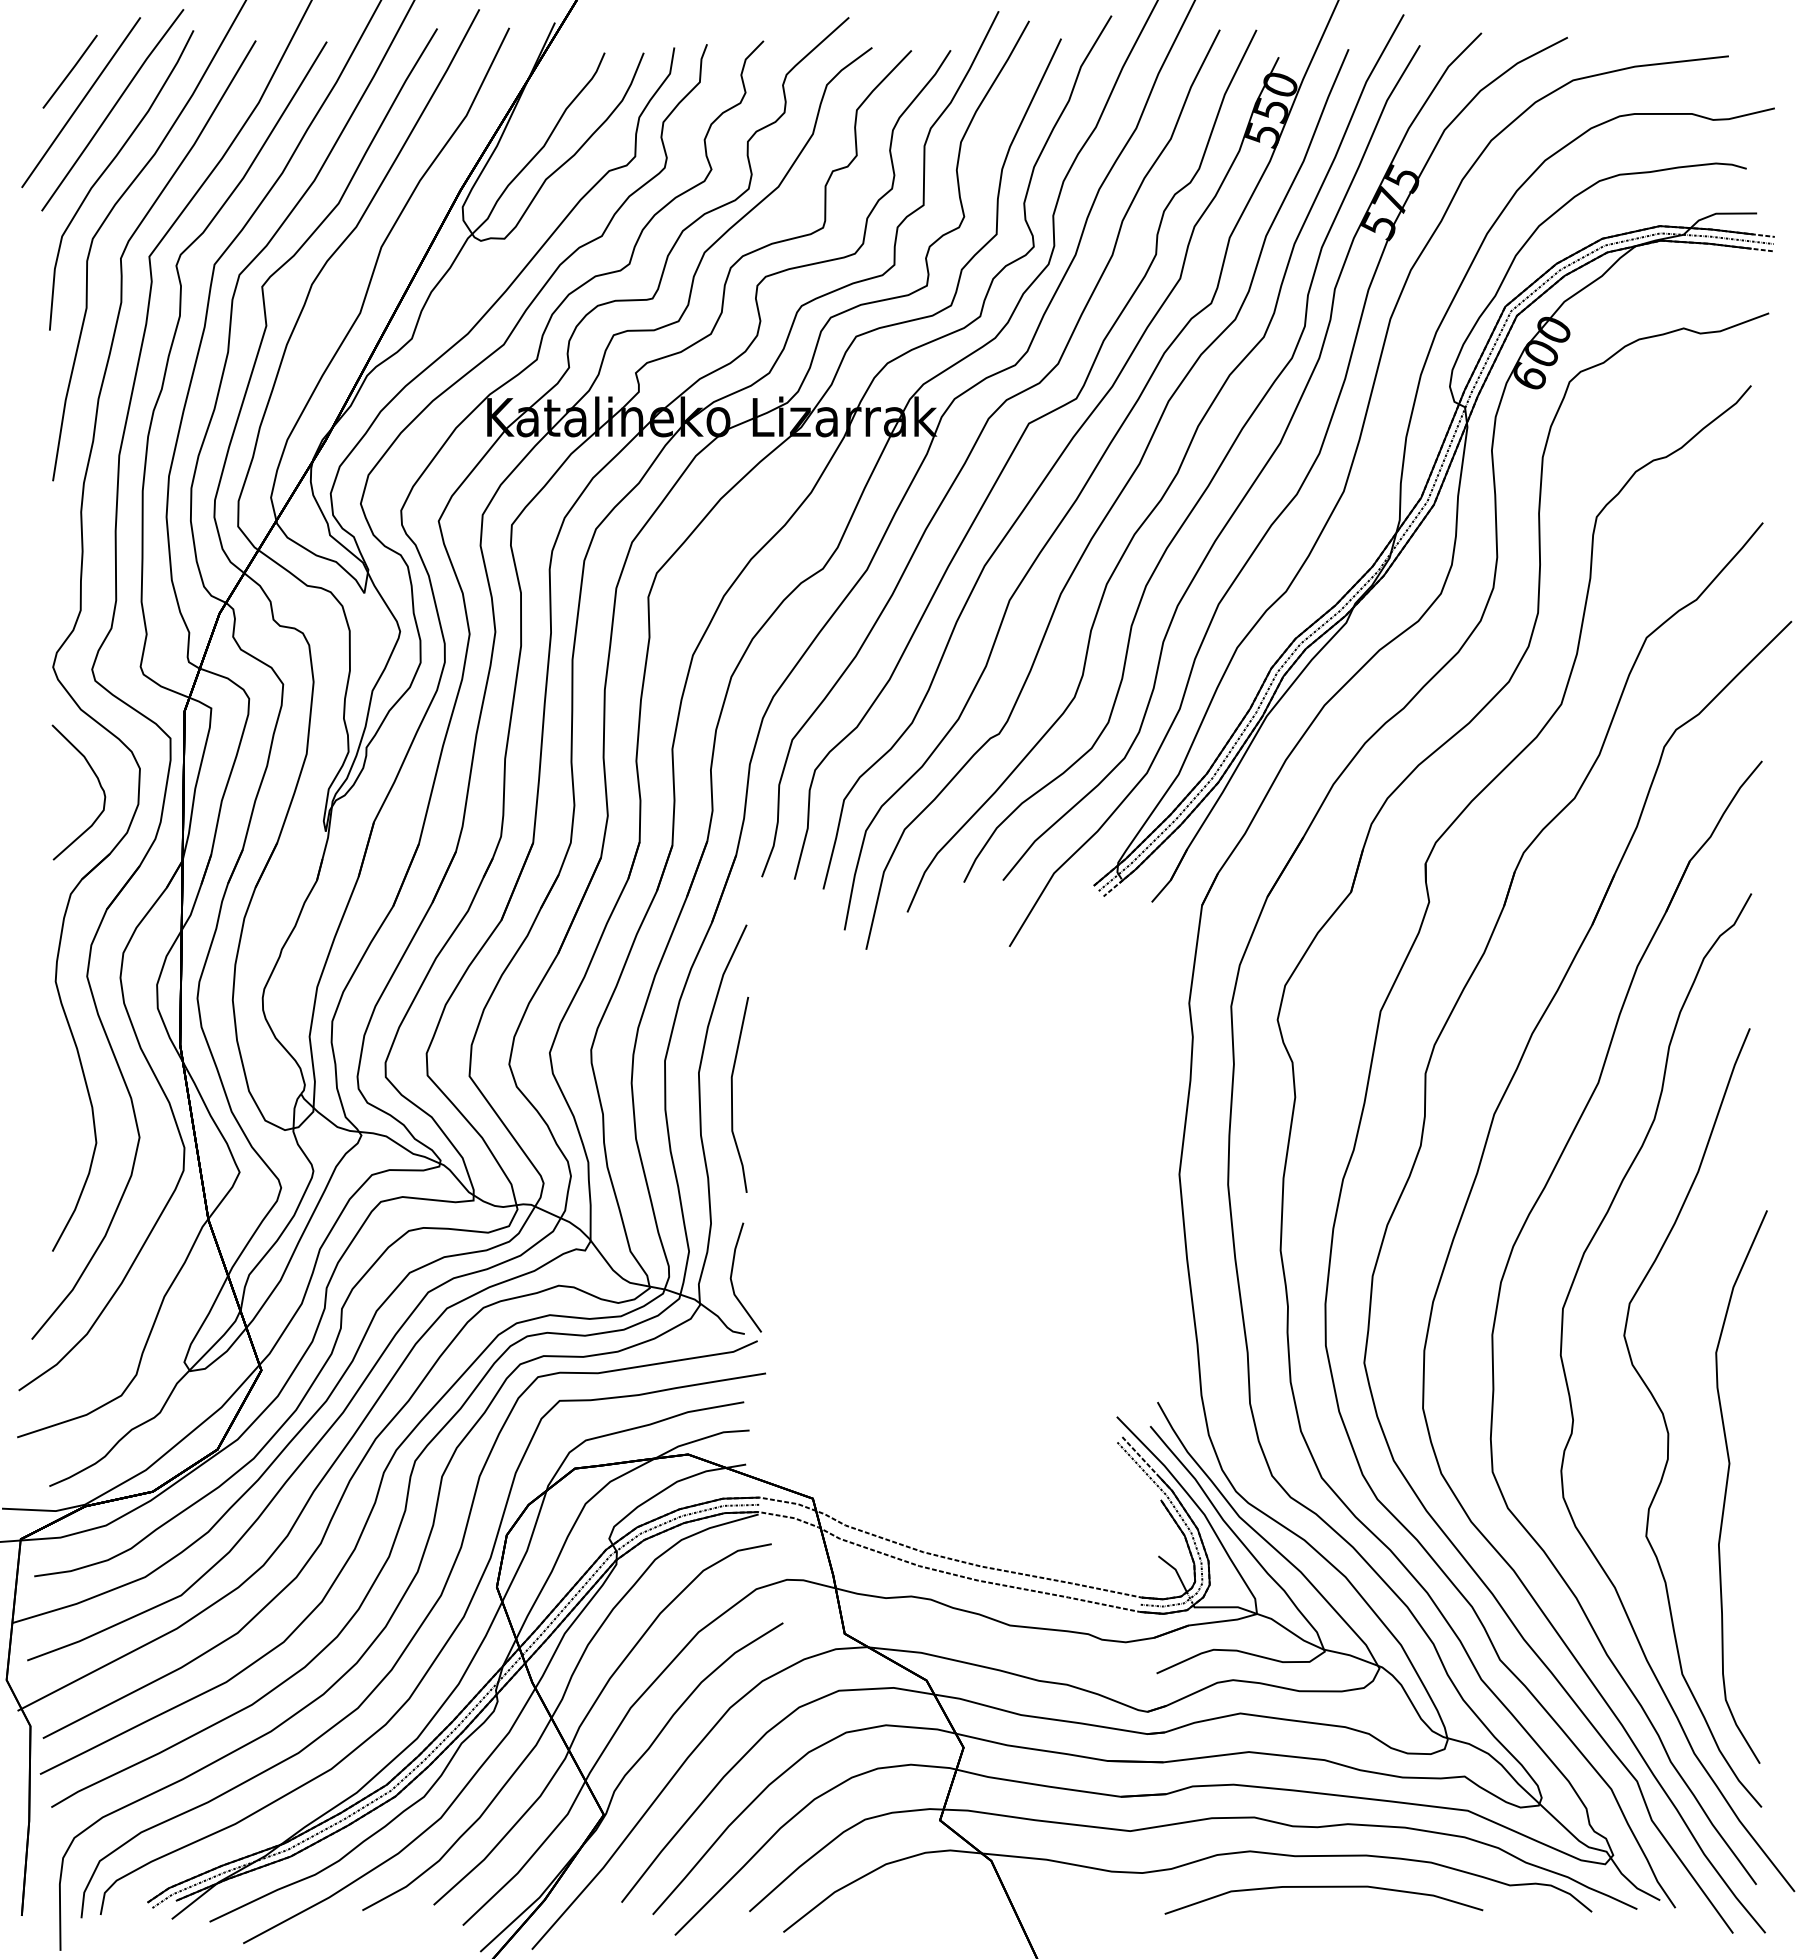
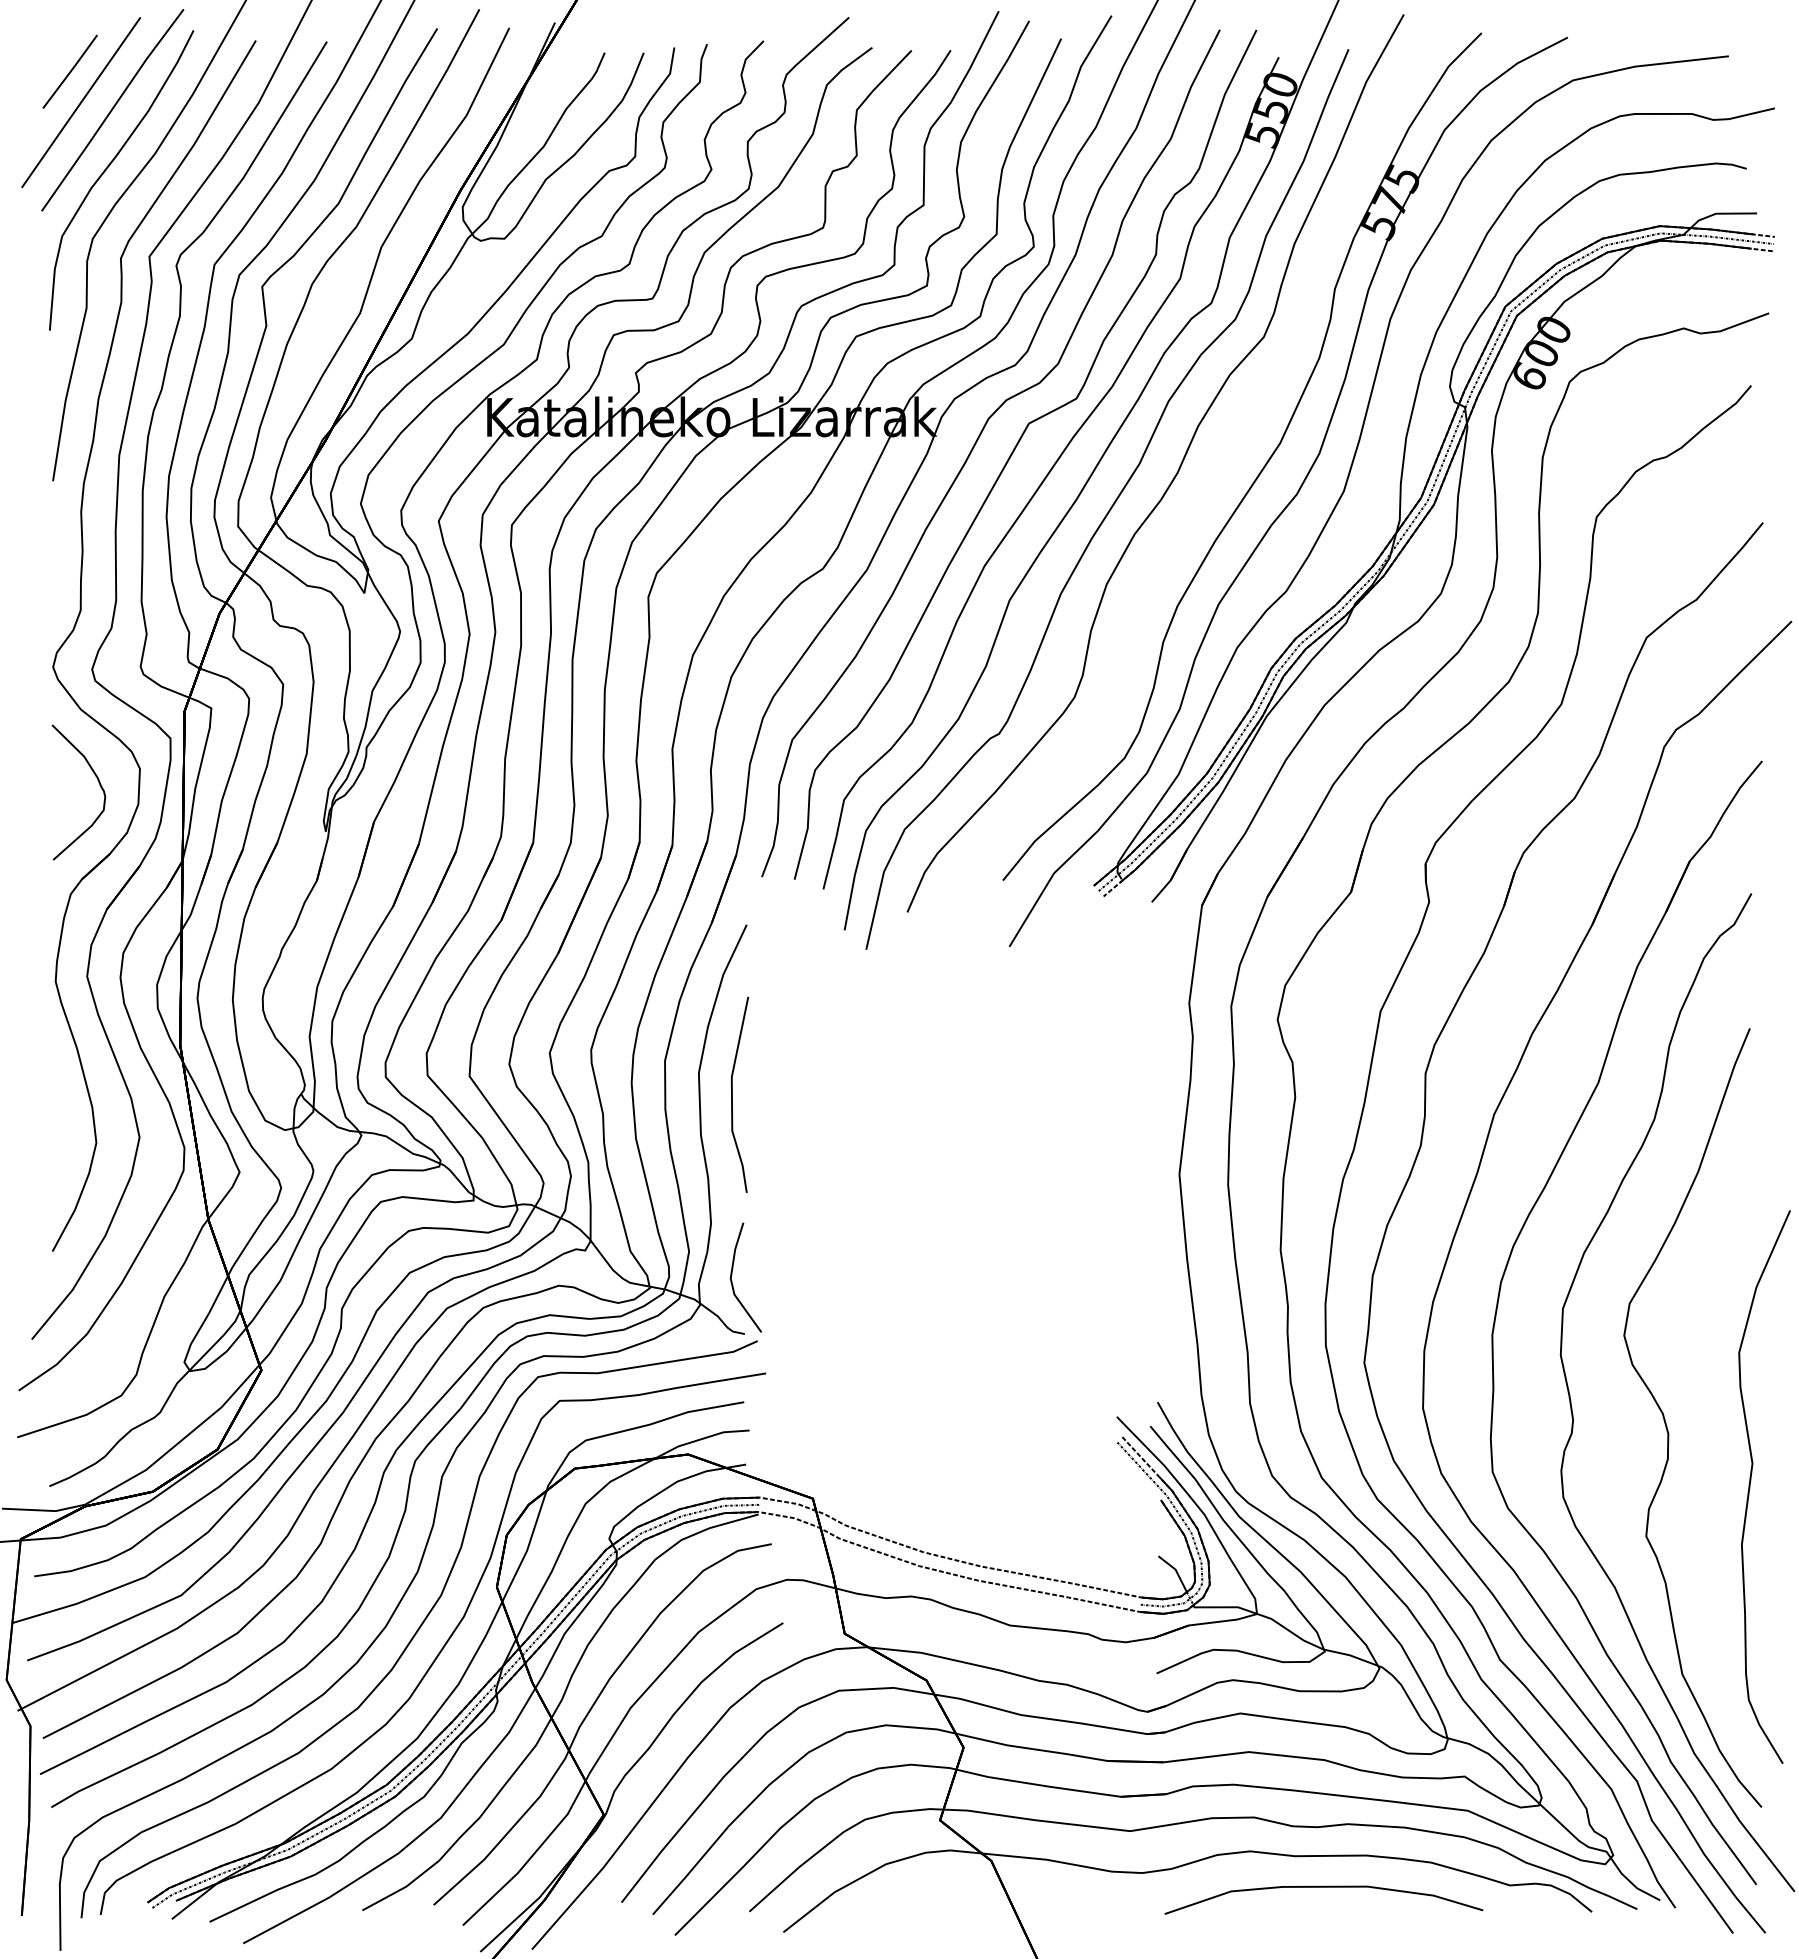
part at (1212, 476): present -> none
part at (1728, 1481) position: (1728, 1481) -> (1751, 1481)
